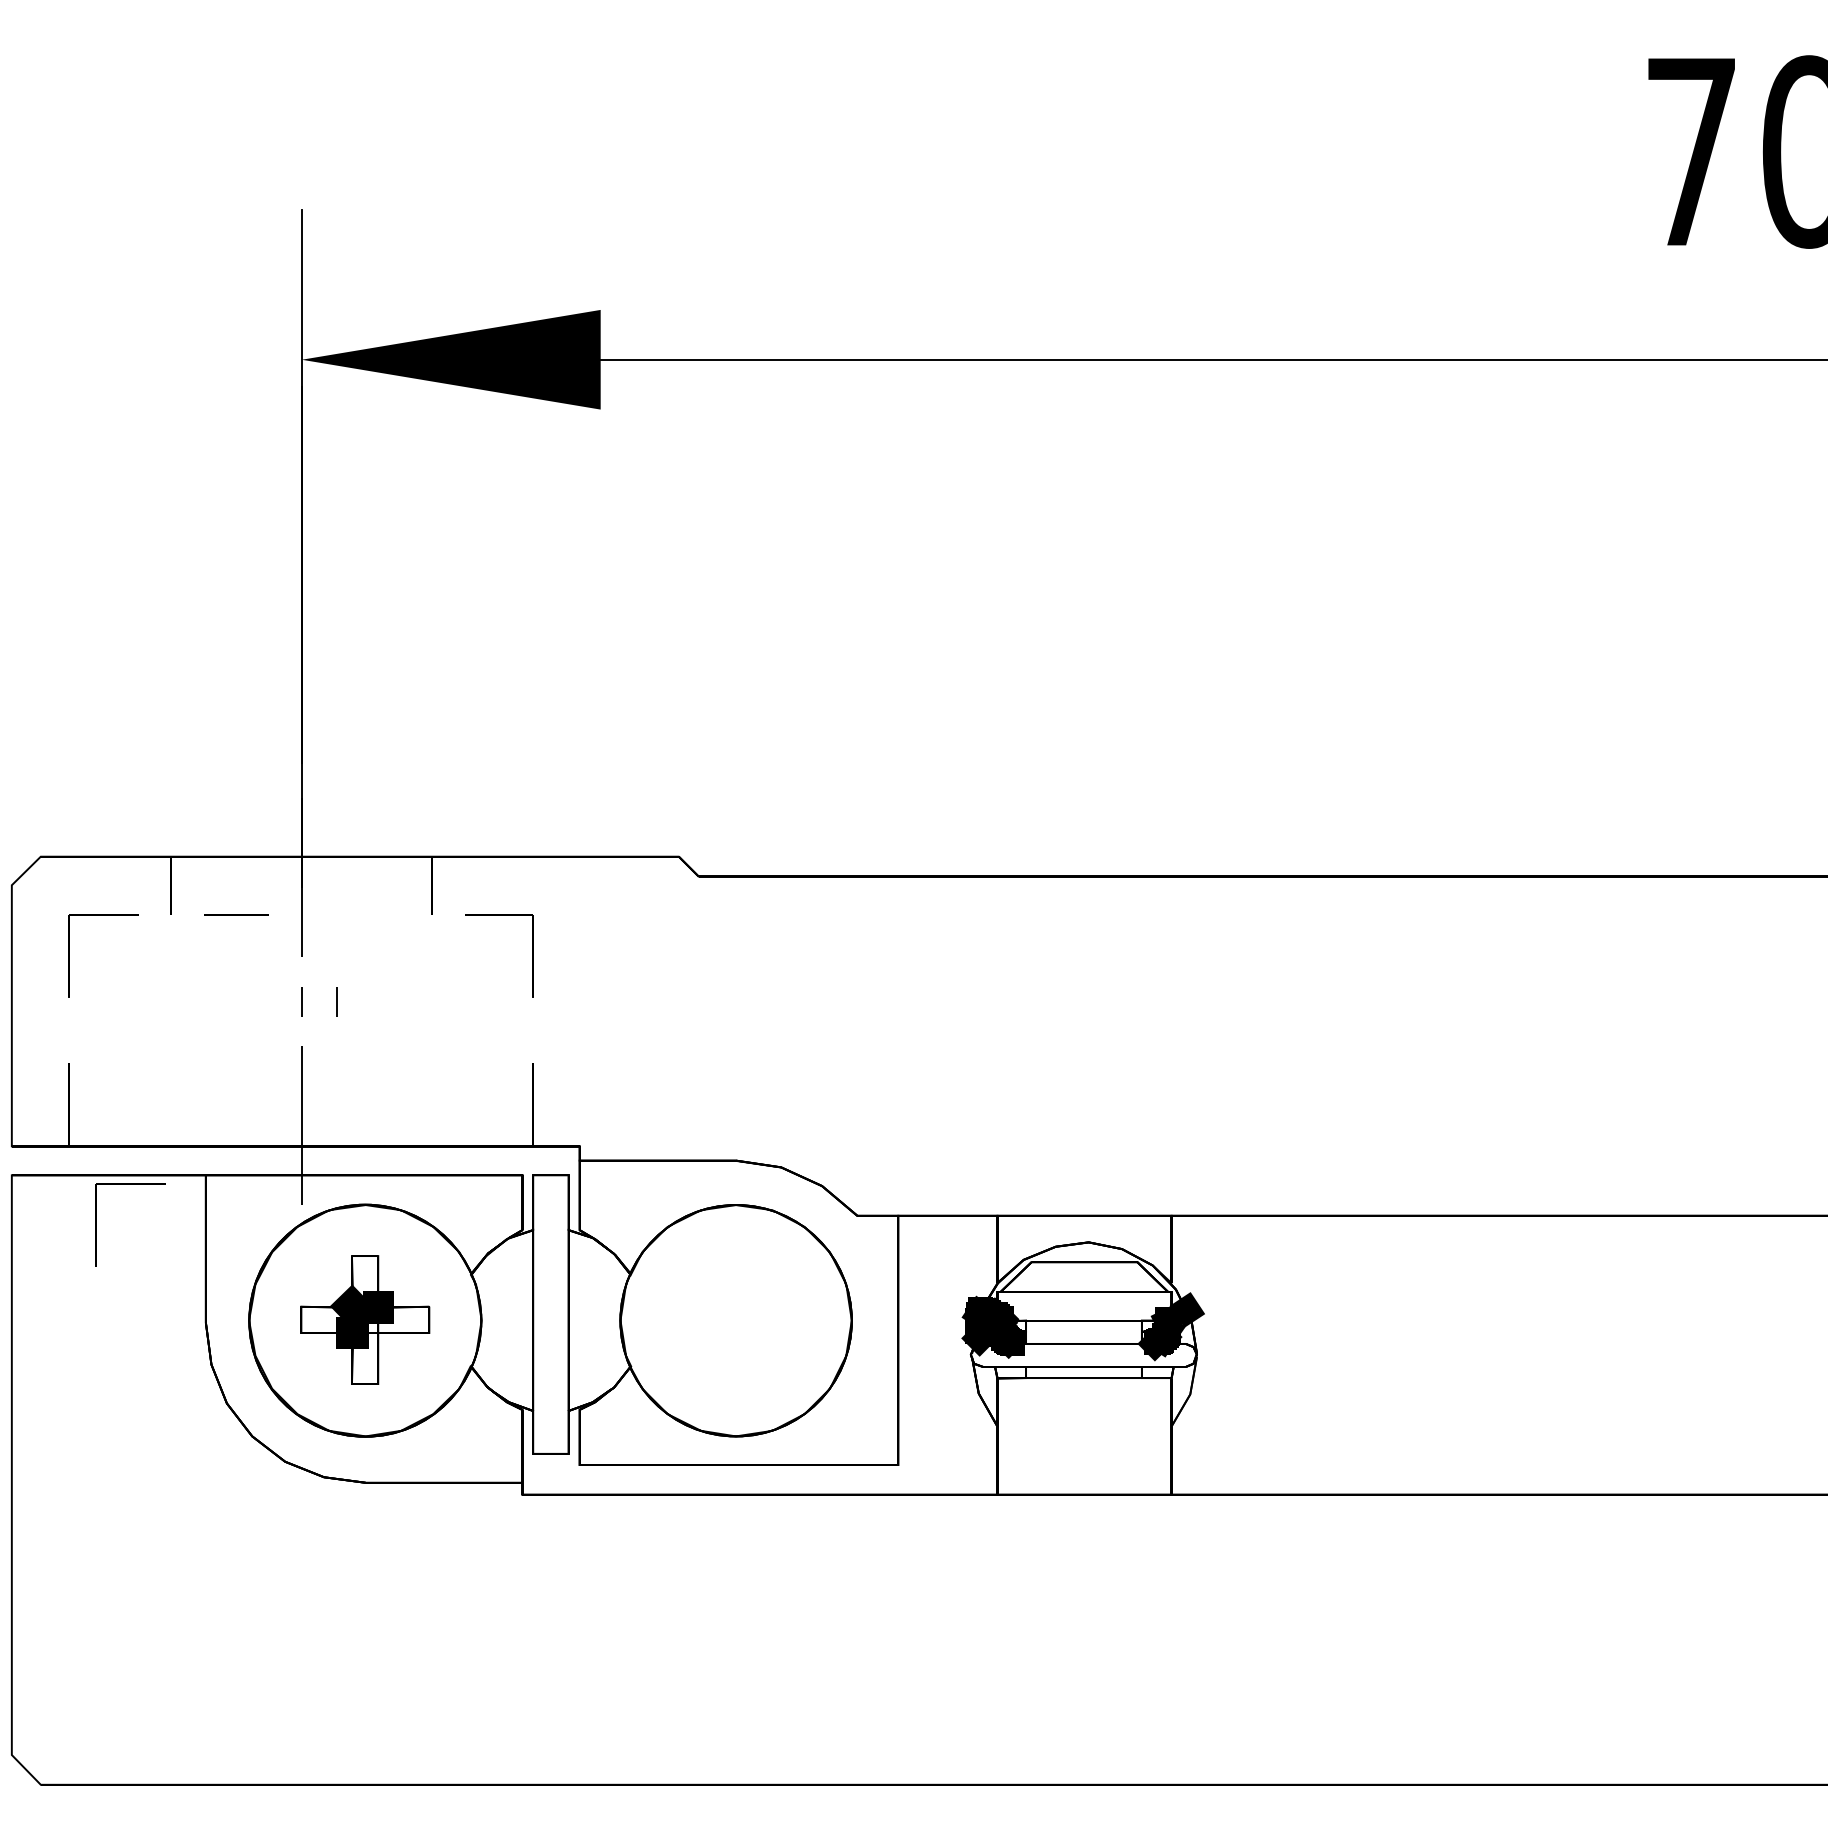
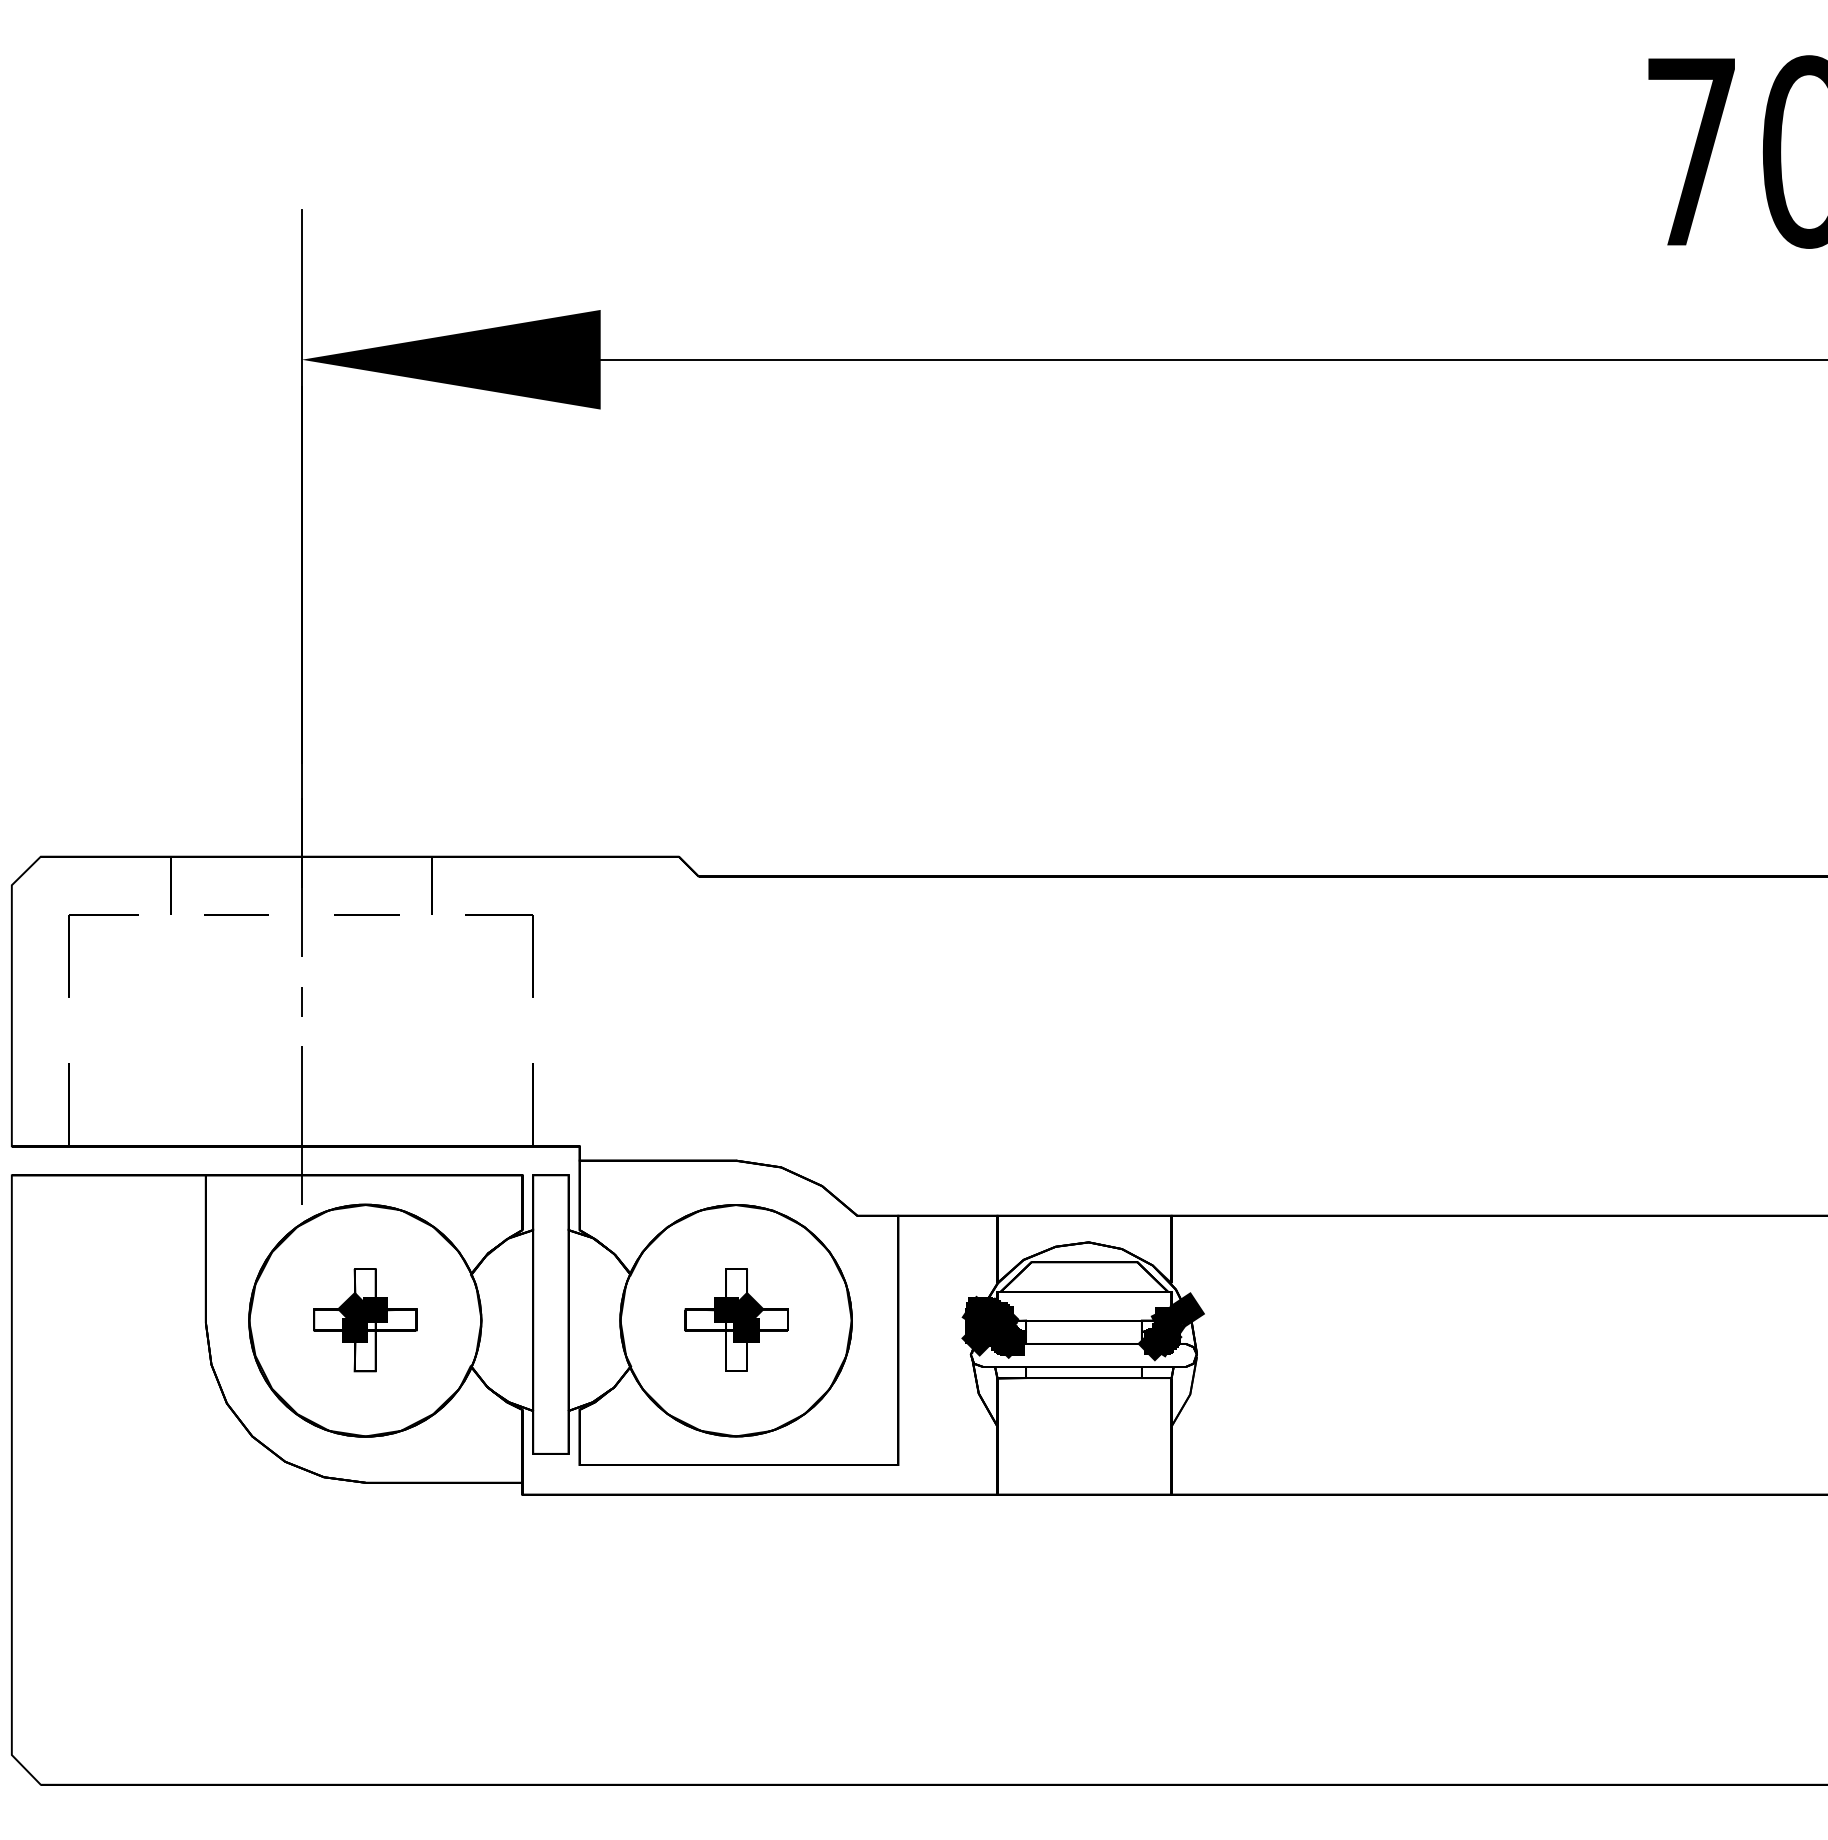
line at (366, 914): none -> present
line at (336, 1001): present -> none
part at (96, 1224): present -> none
part at (365, 1319) size: 131x130 px -> 105x105 px
part at (736, 1319): none -> present
